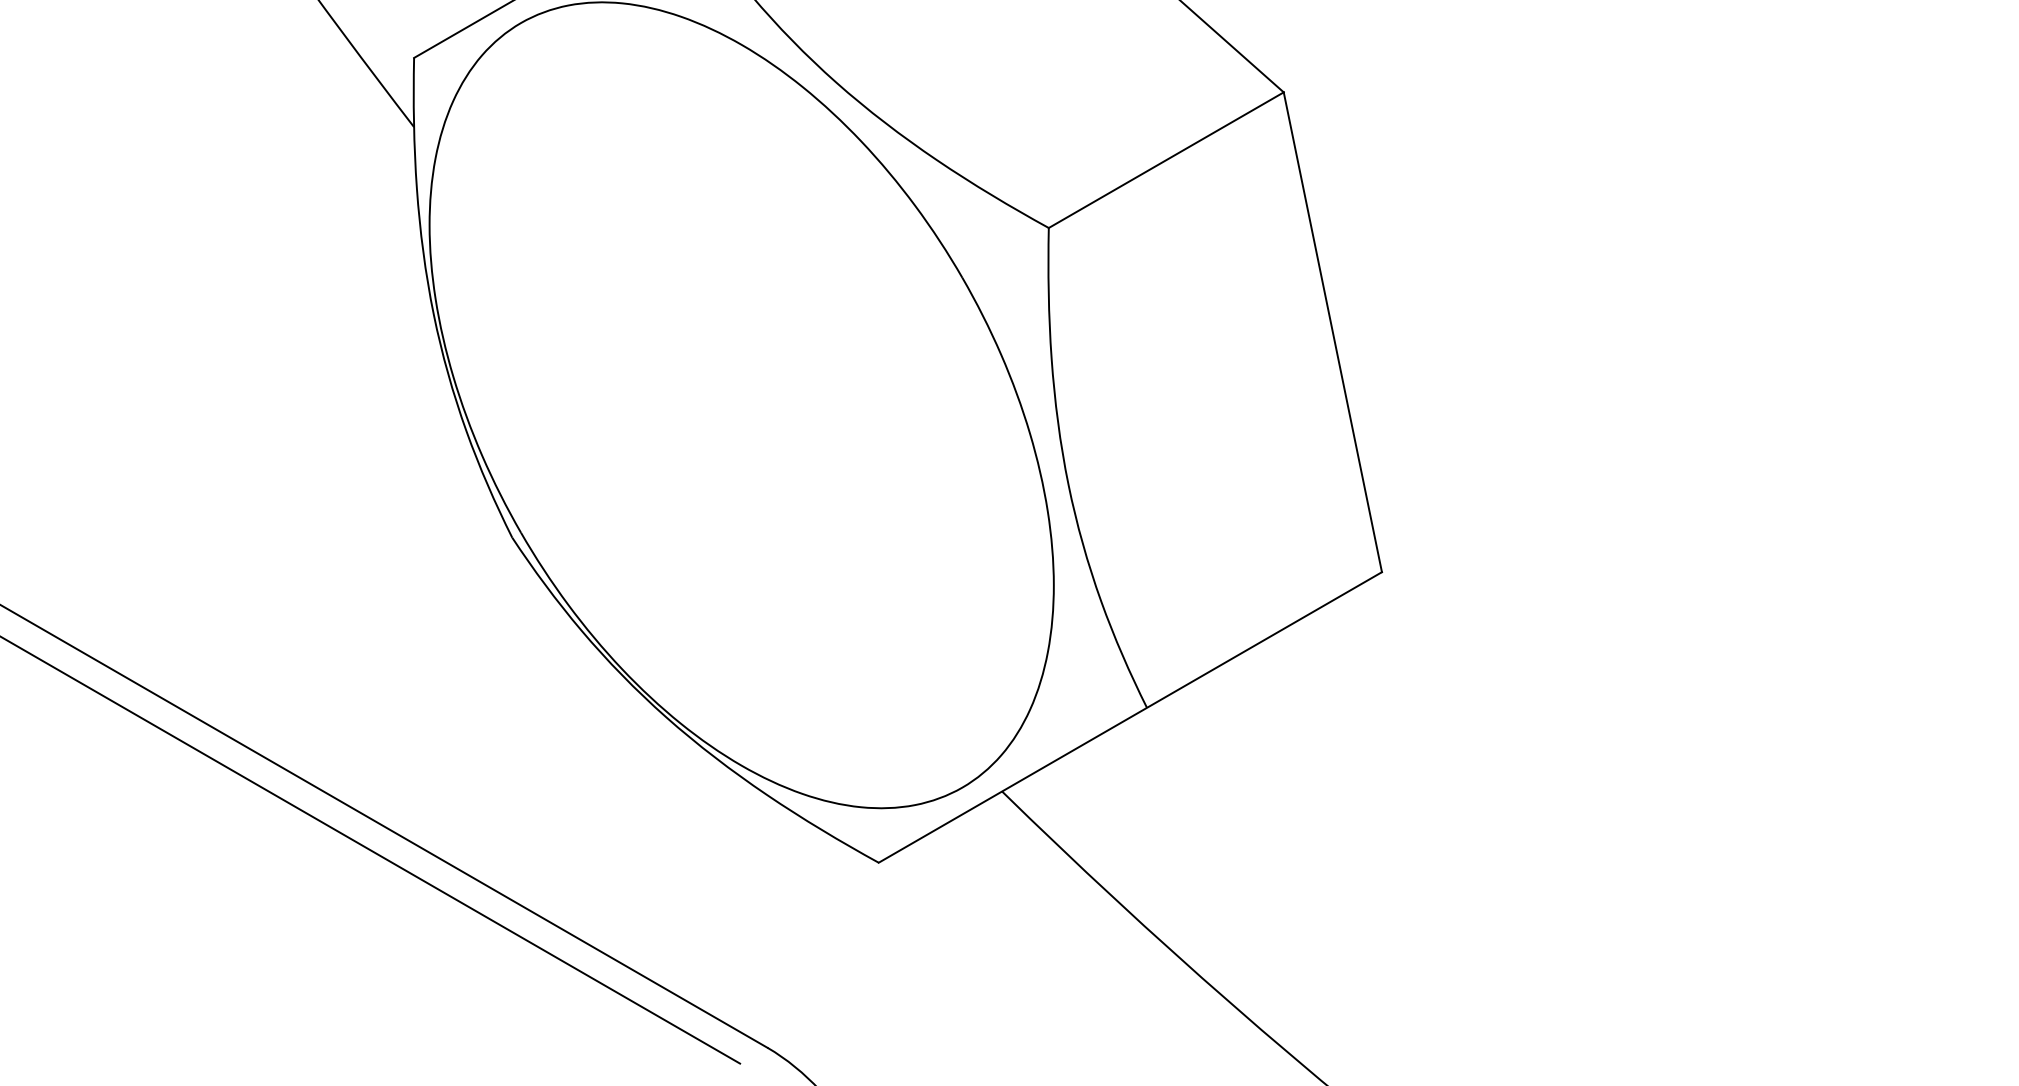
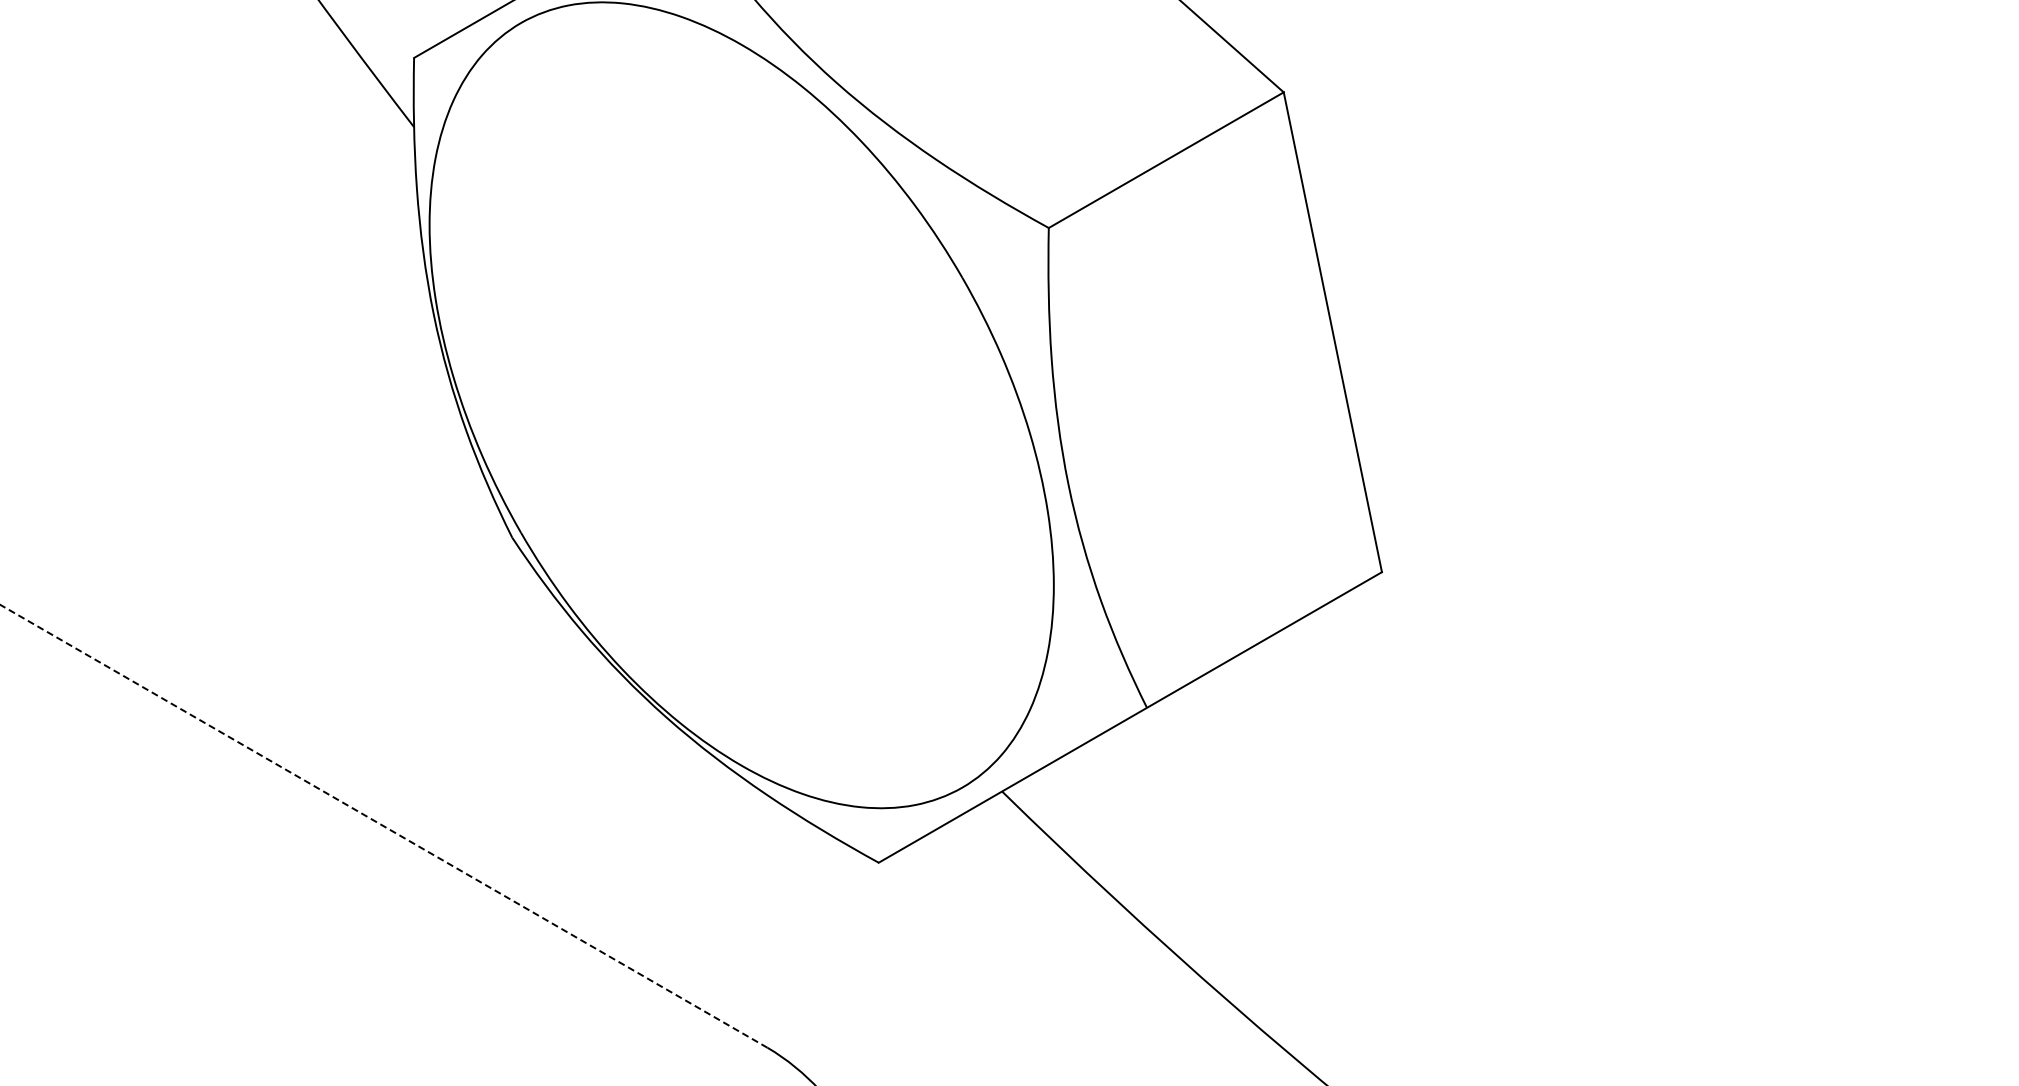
line at (383, 826): solid -> dashed
line at (371, 850): present -> none
